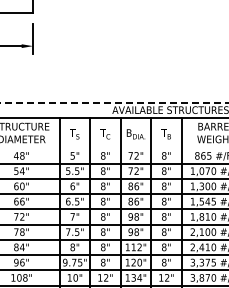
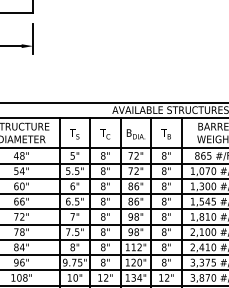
line at (114, 102): dashed -> solid
line at (113, 148): none -> present
